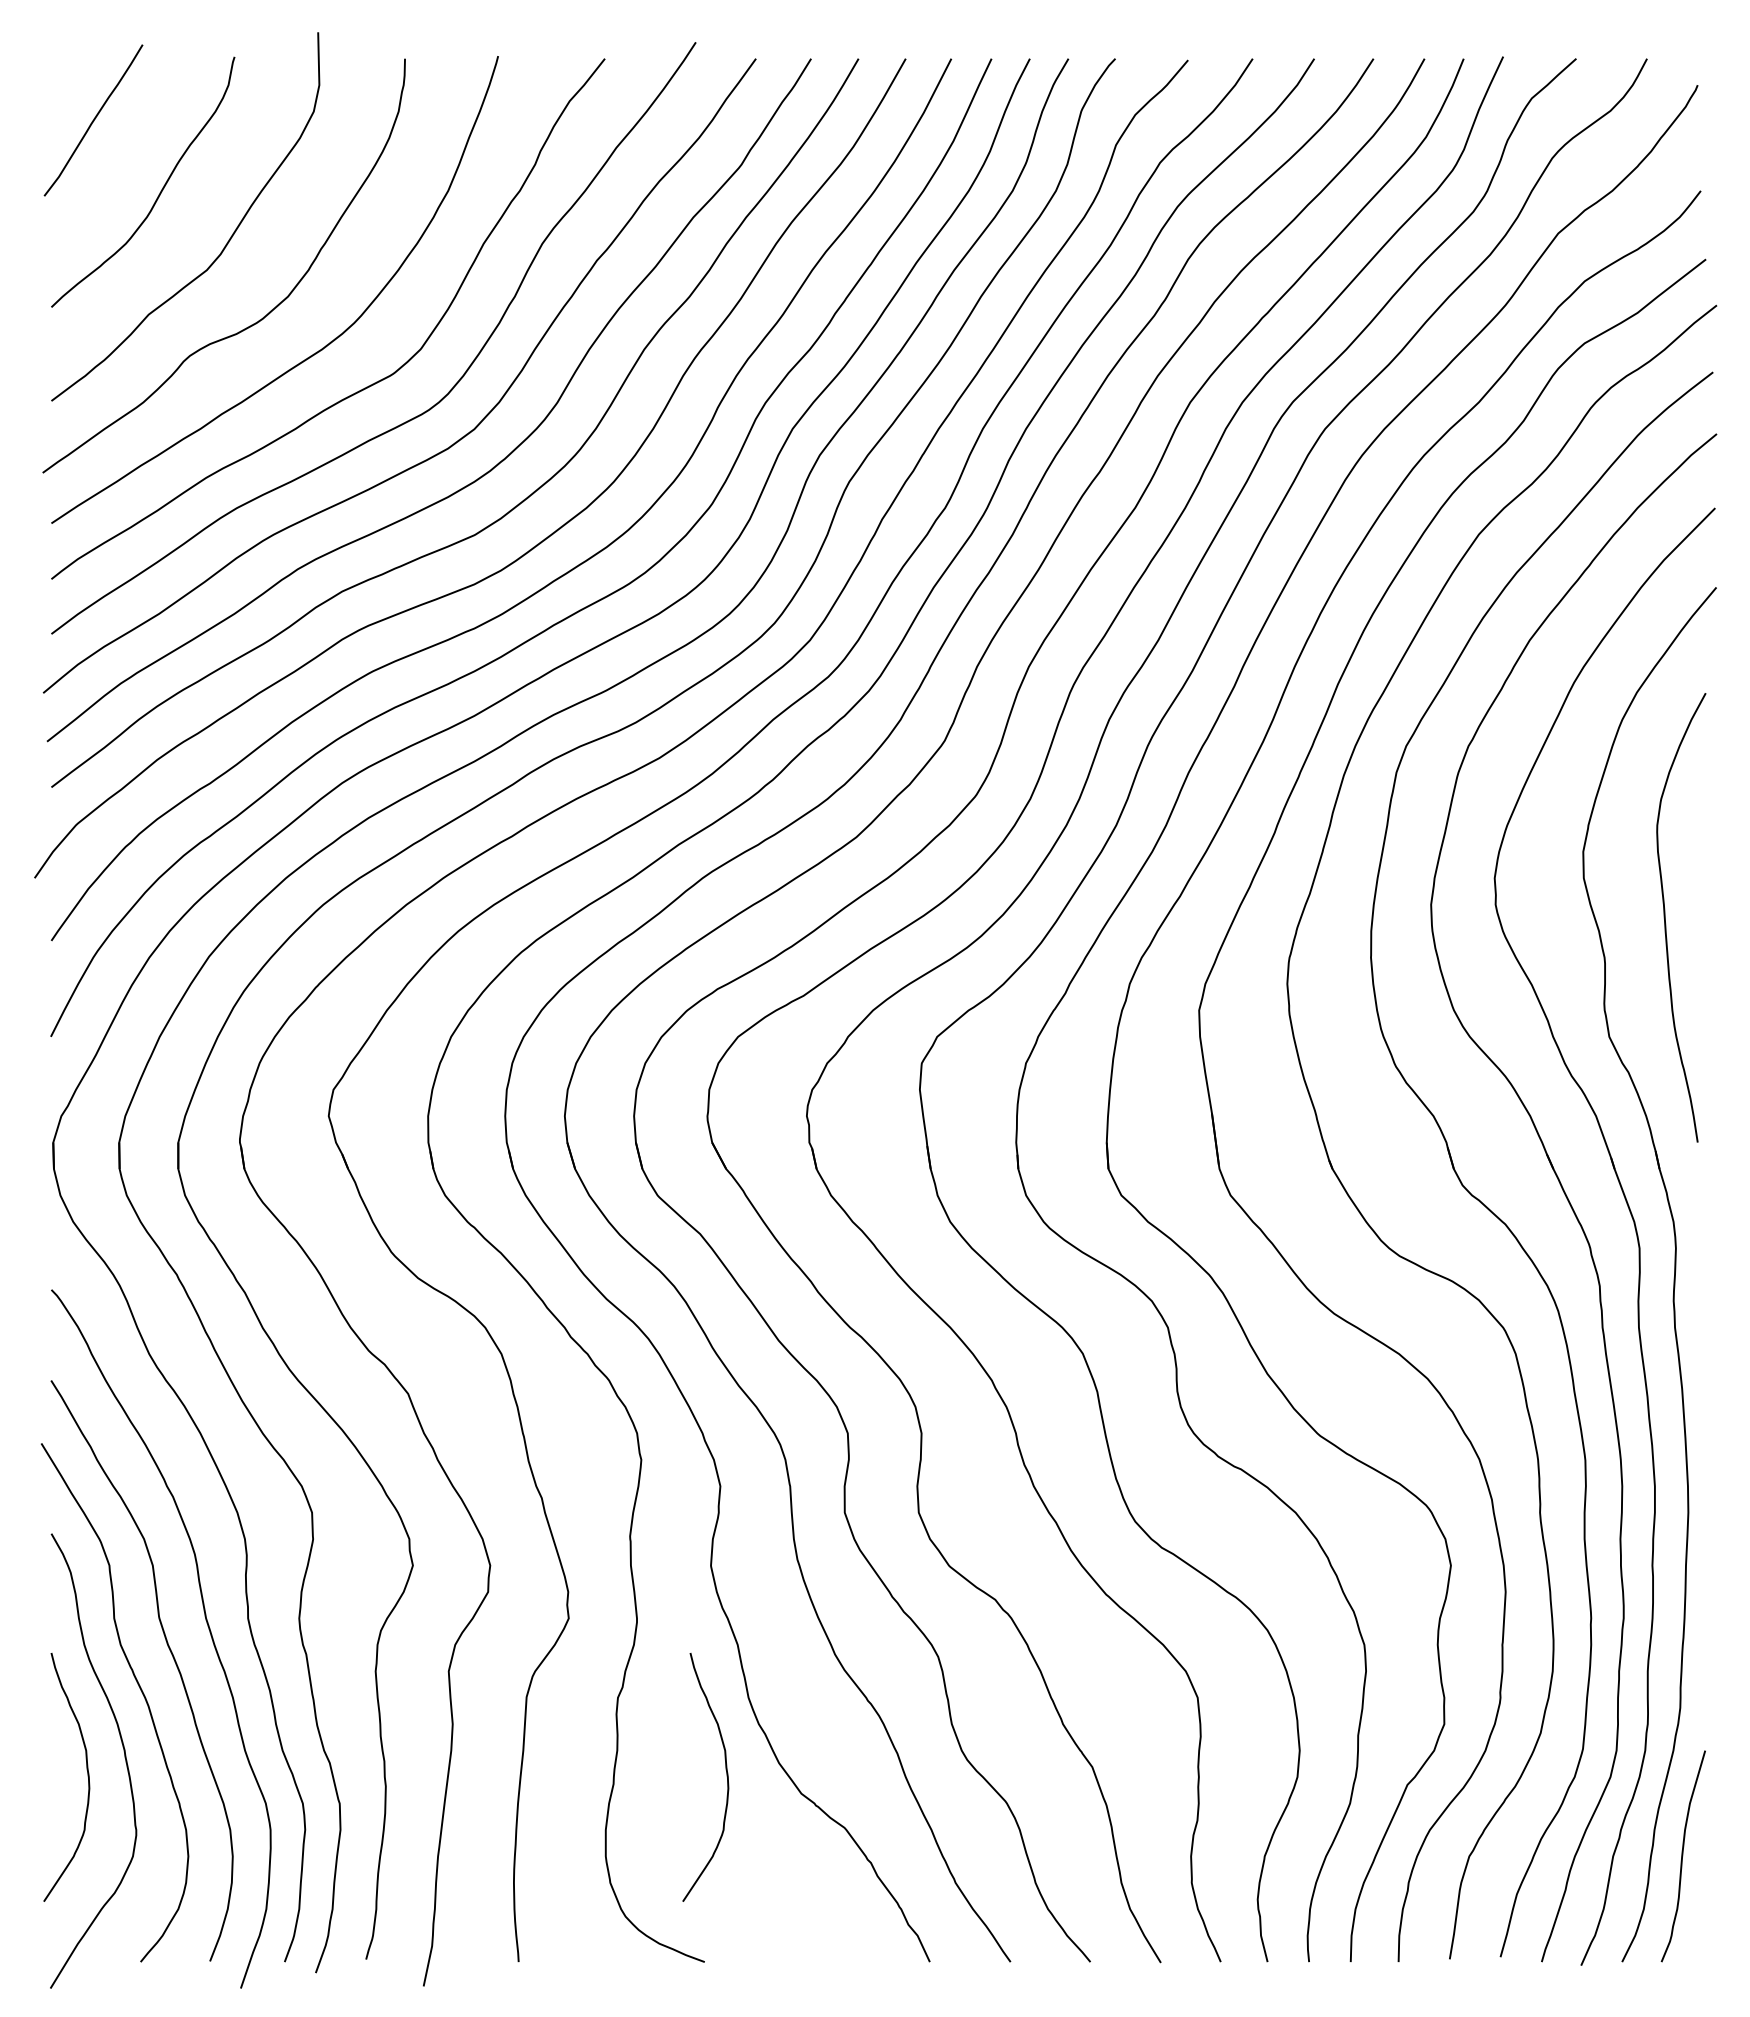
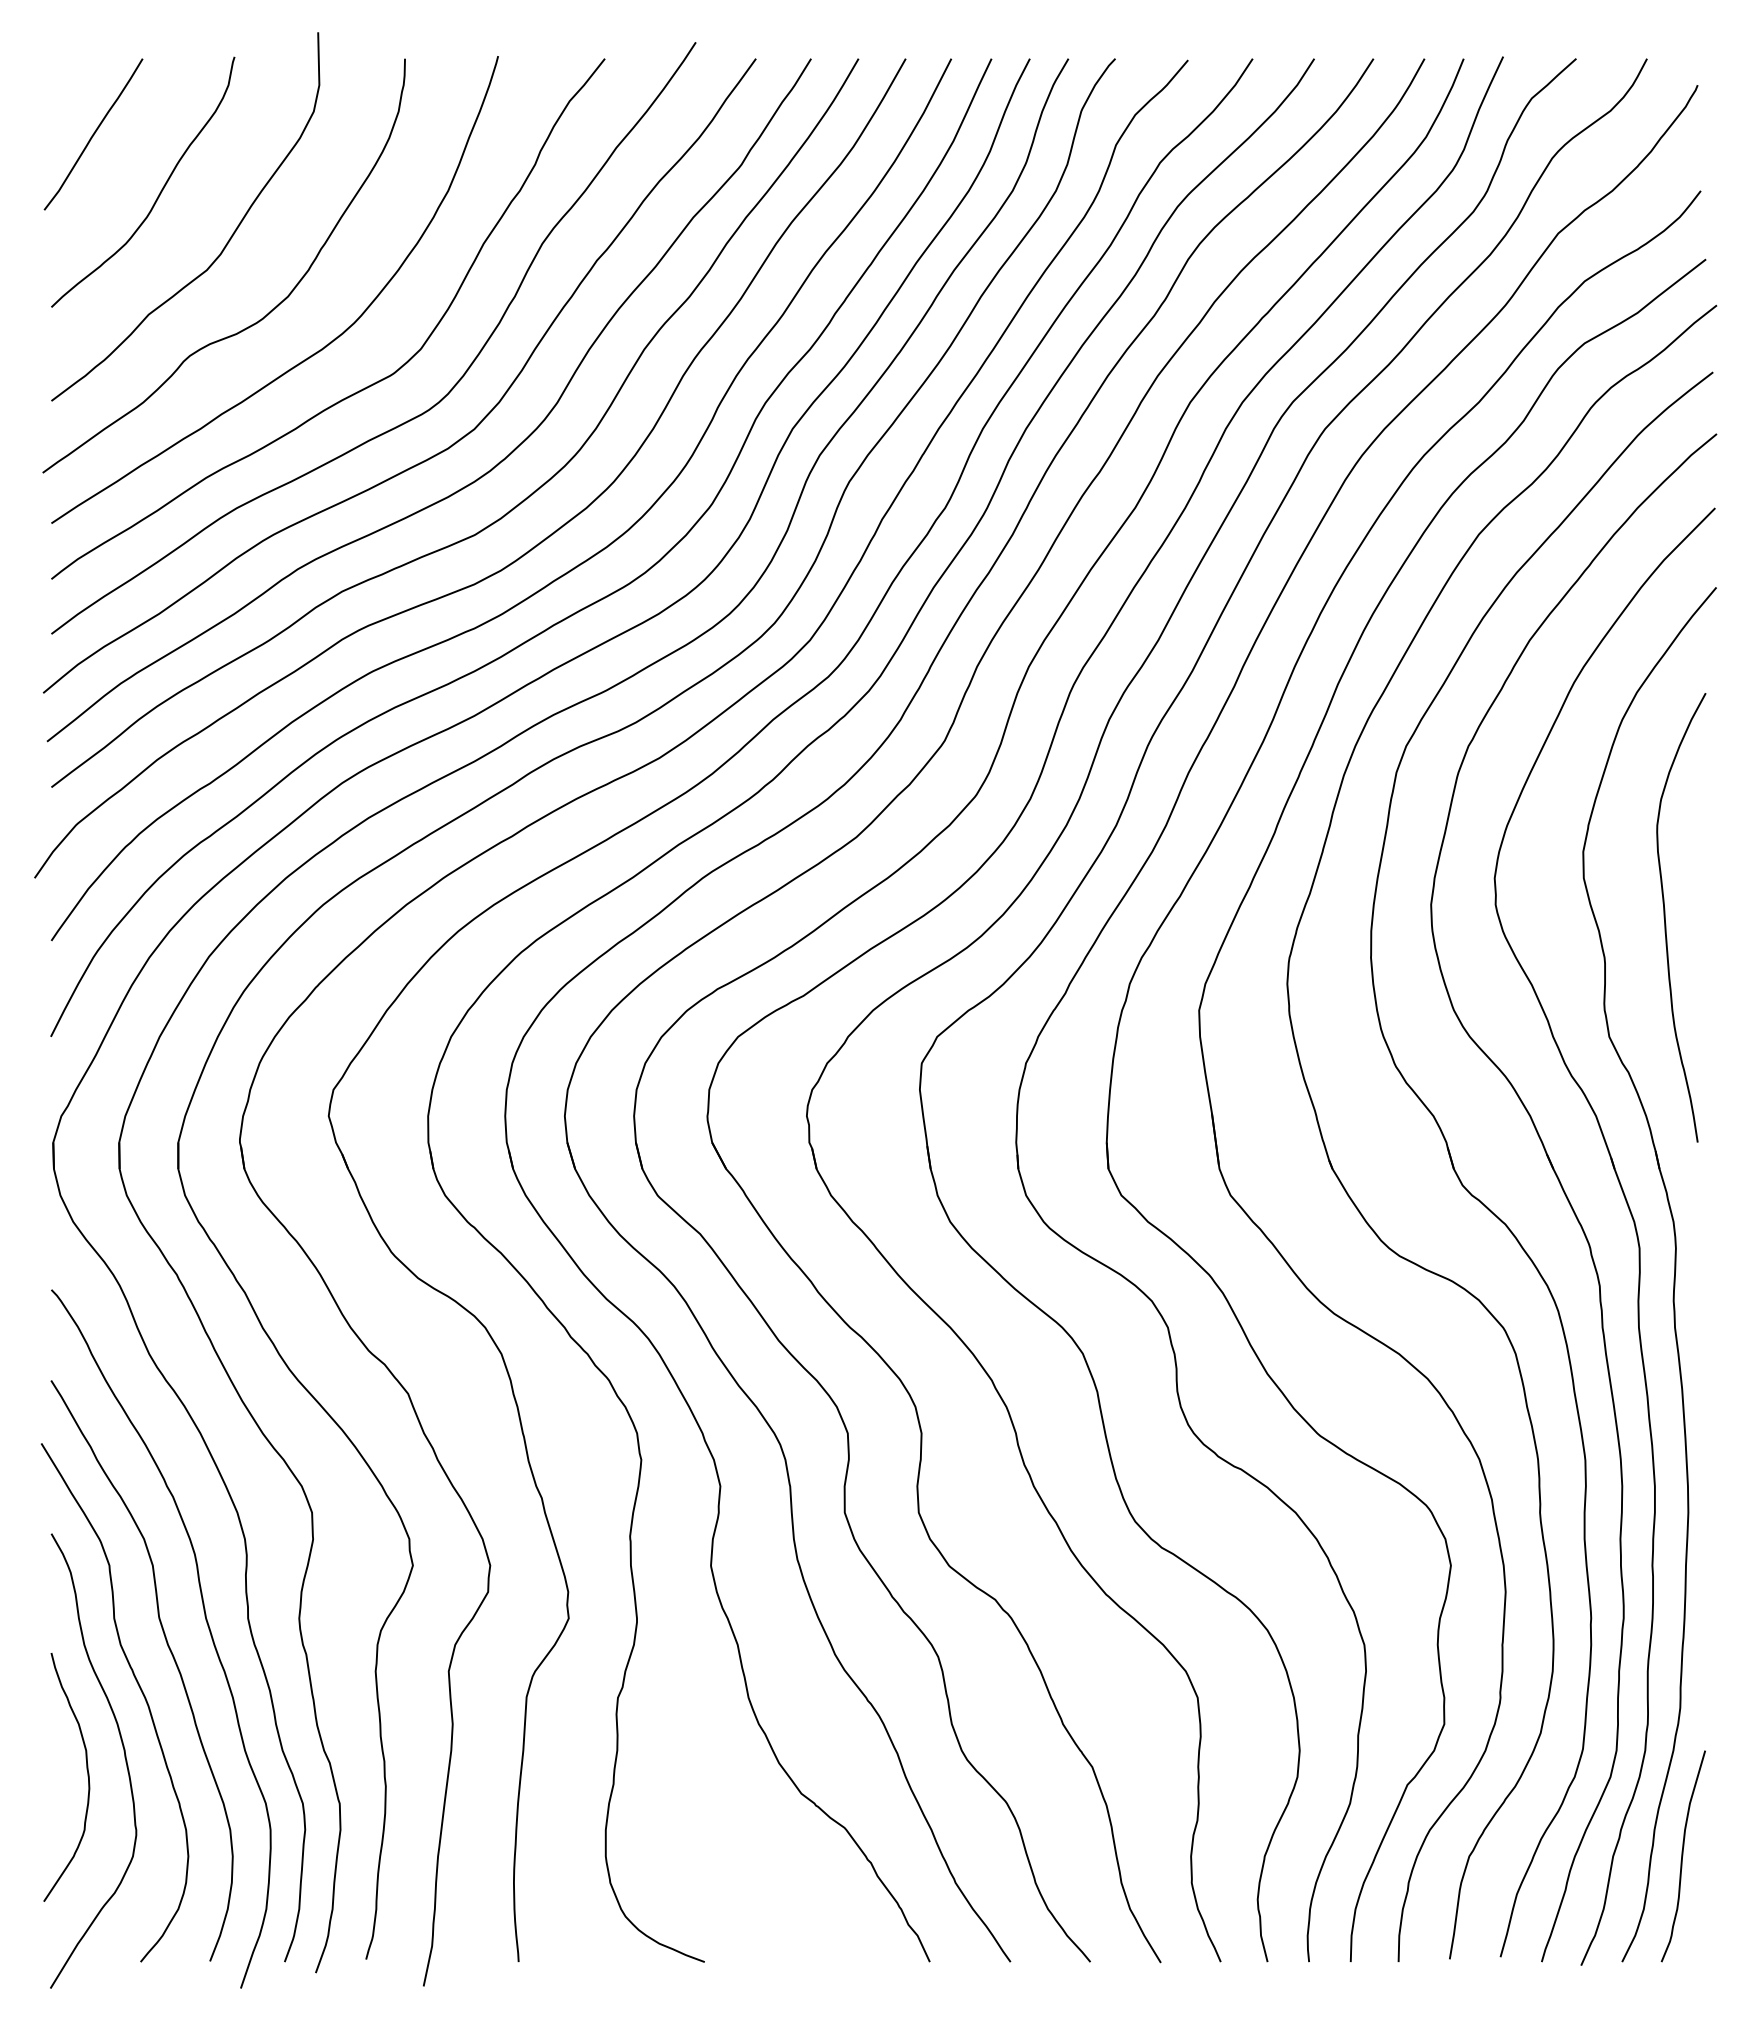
curve at (93, 120) position: (93, 120) -> (93, 134)
curve at (726, 1776): present -> none
